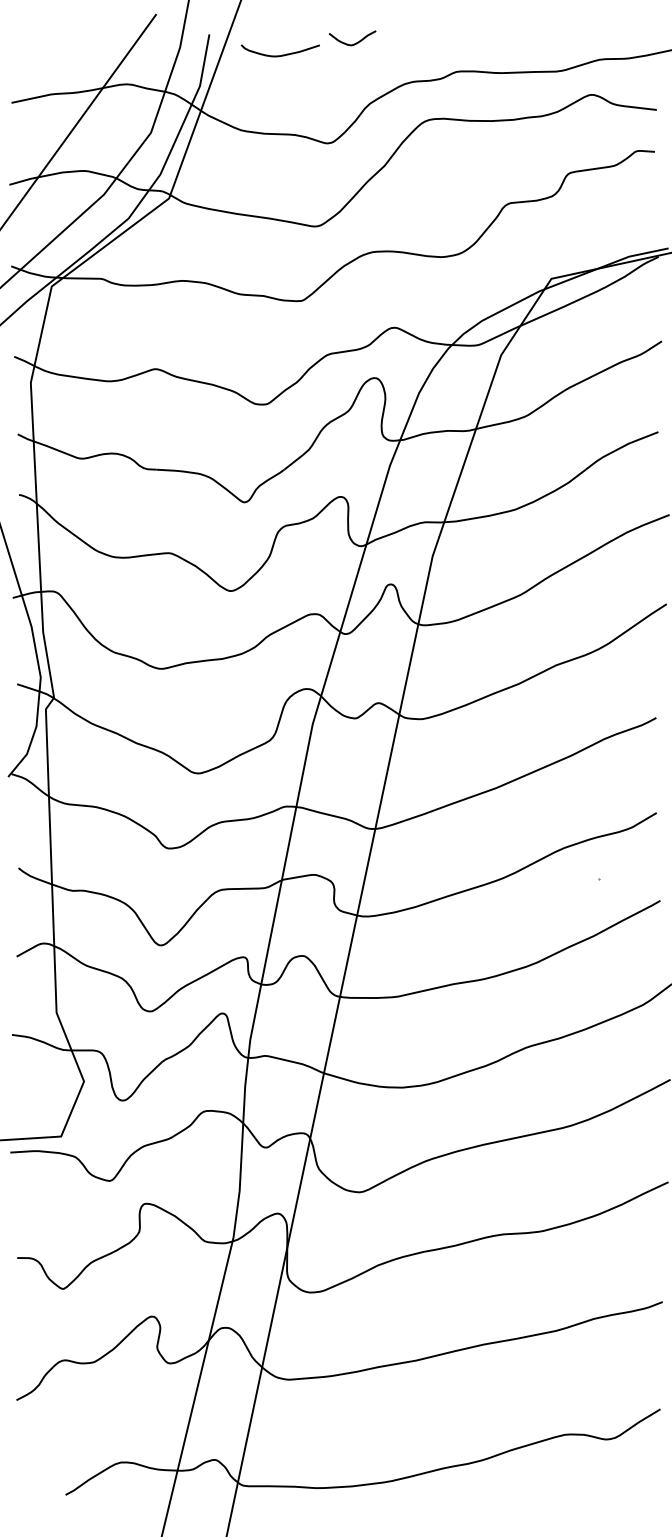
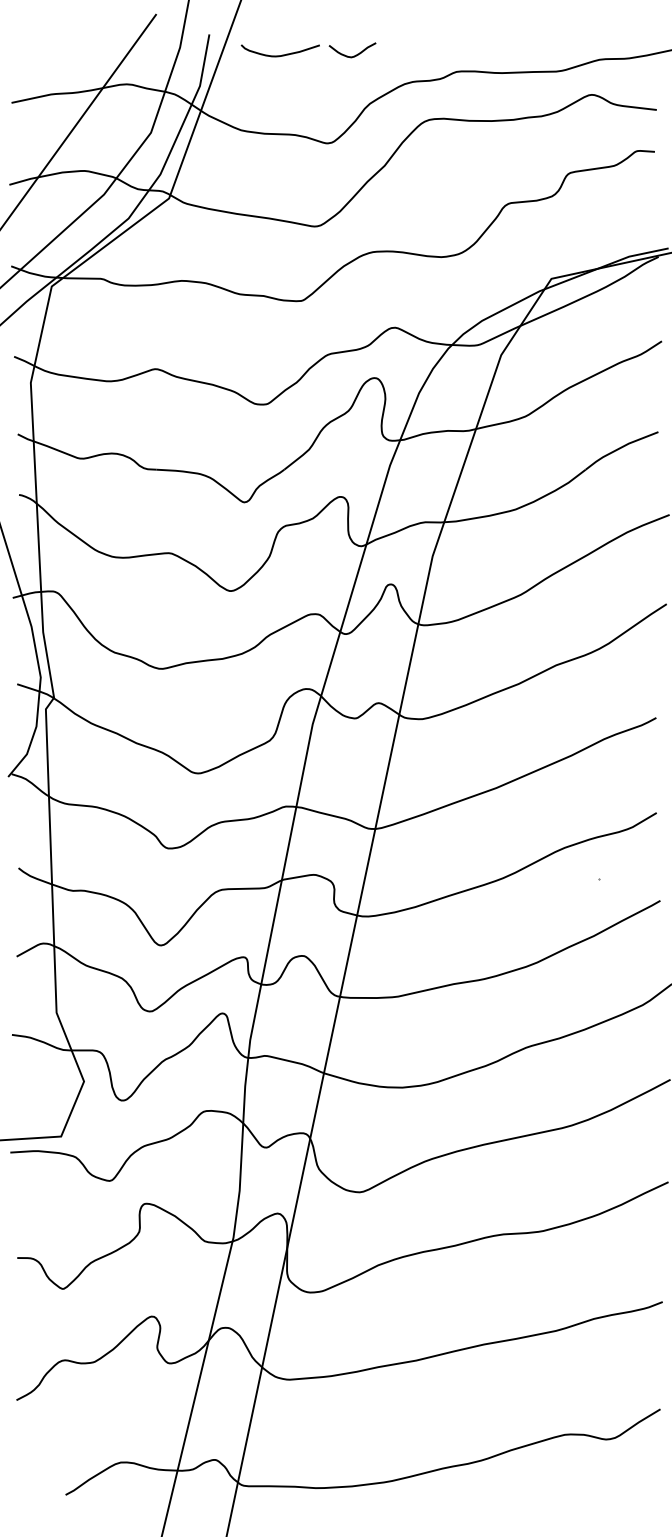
curve at (353, 43) position: (353, 43) -> (353, 55)
